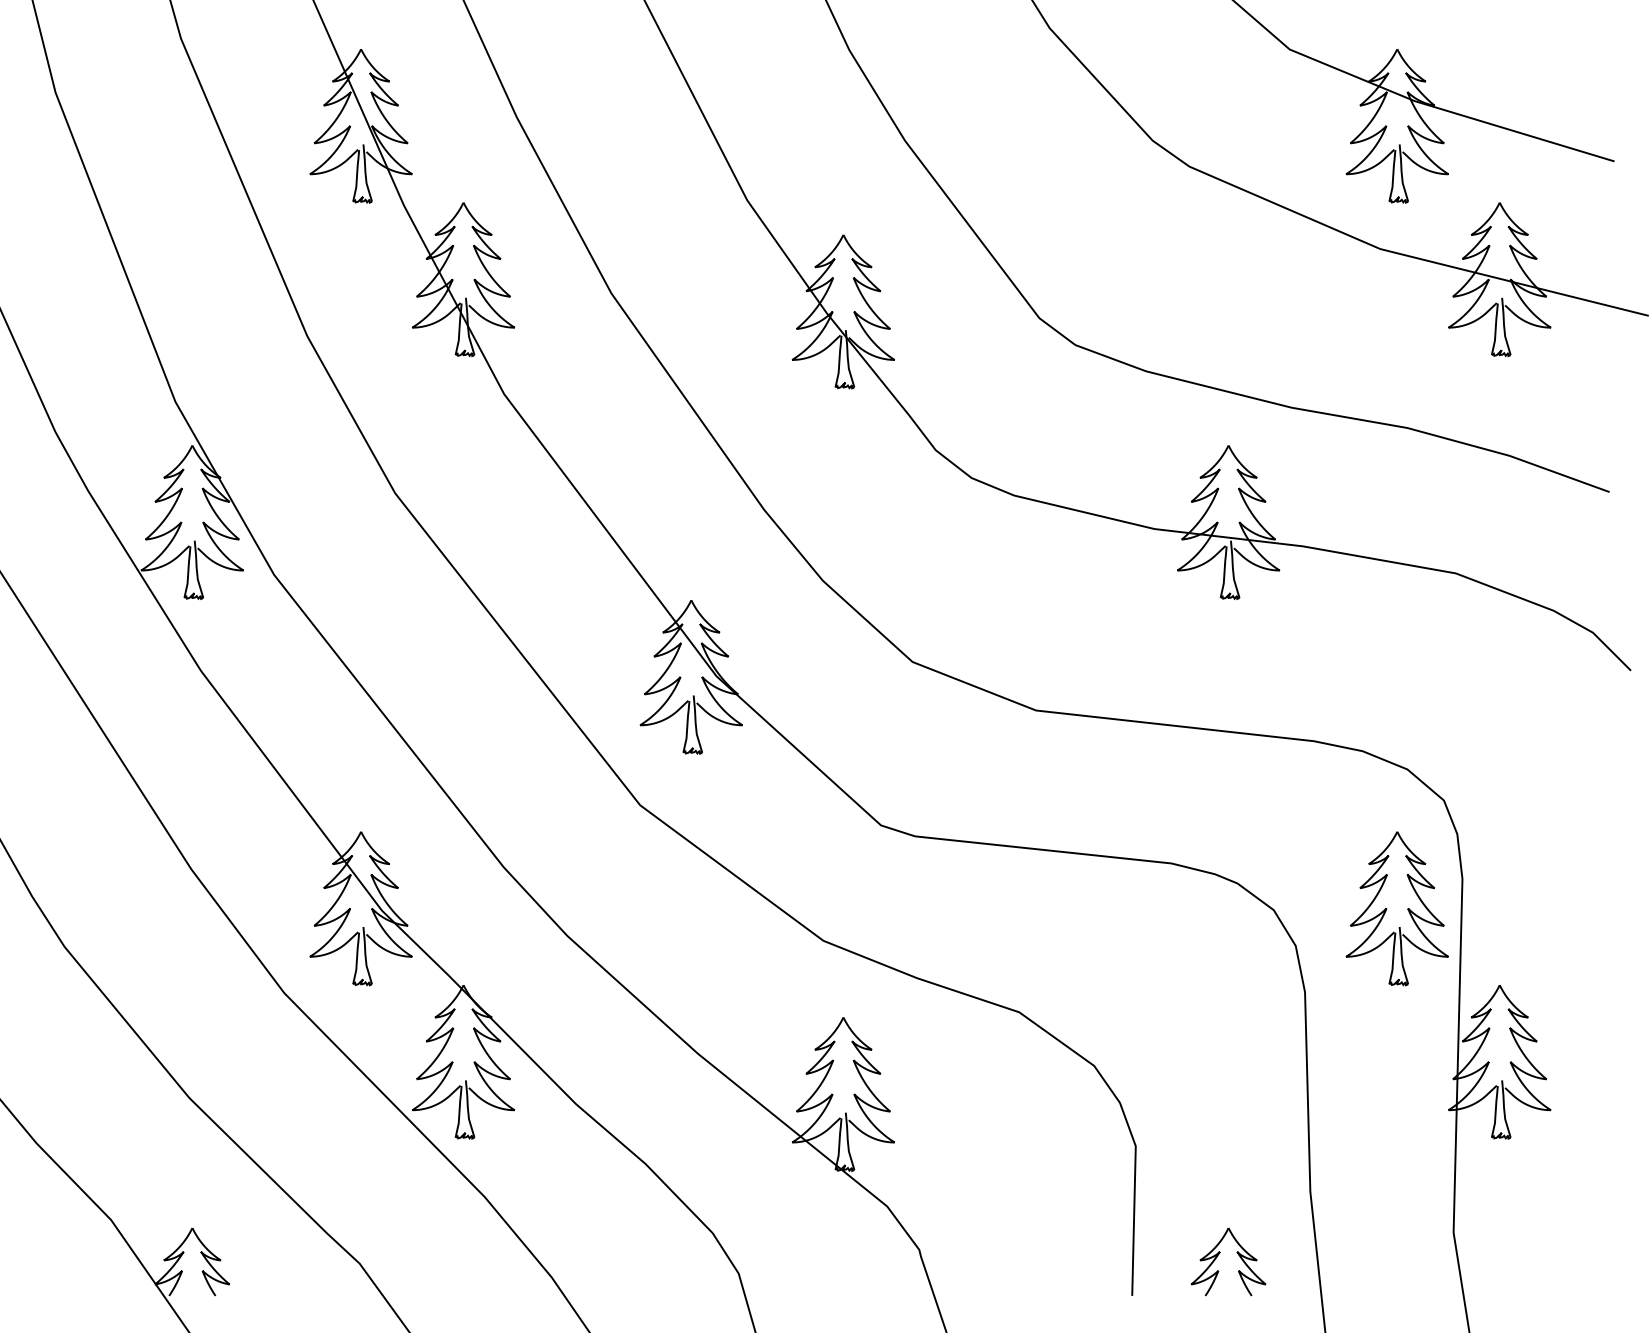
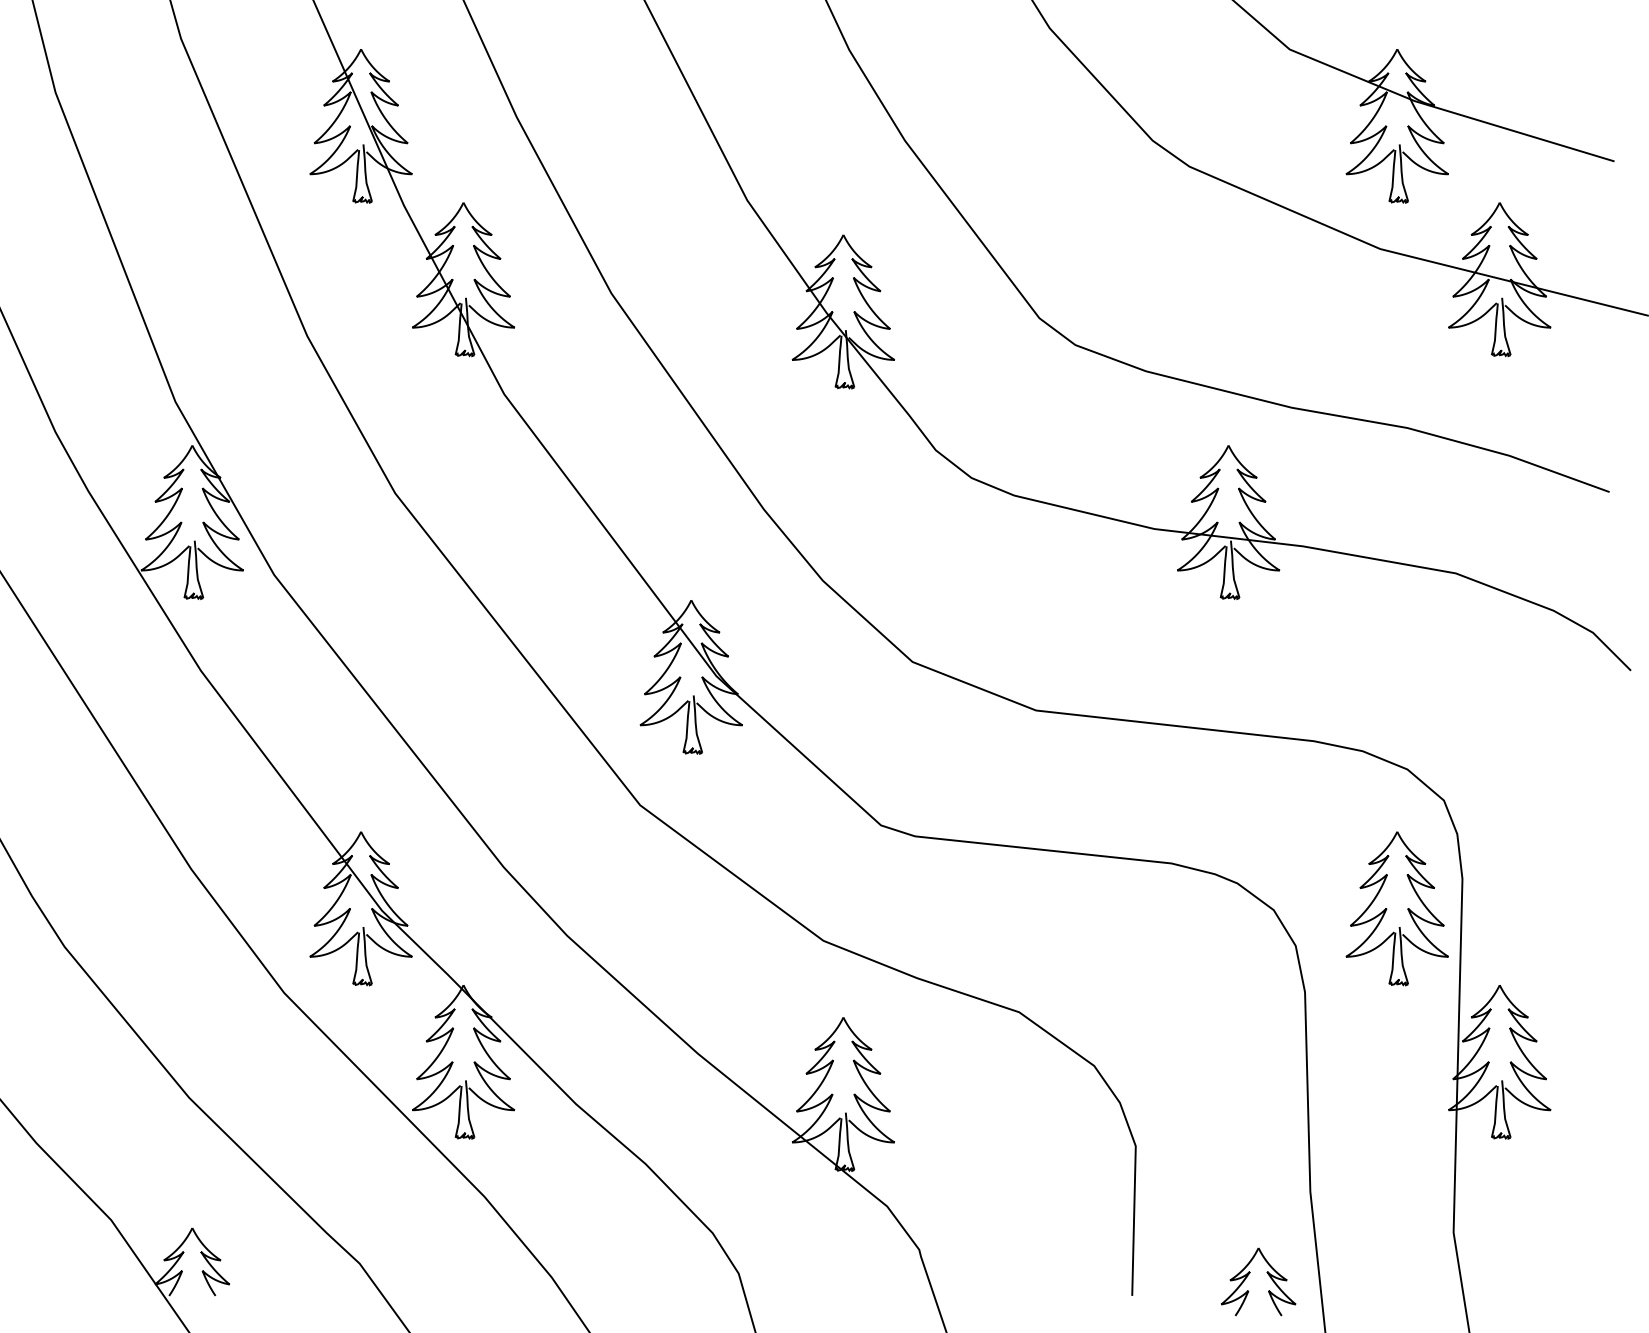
part at (1219, 1254) position: (1219, 1254) -> (1249, 1274)
